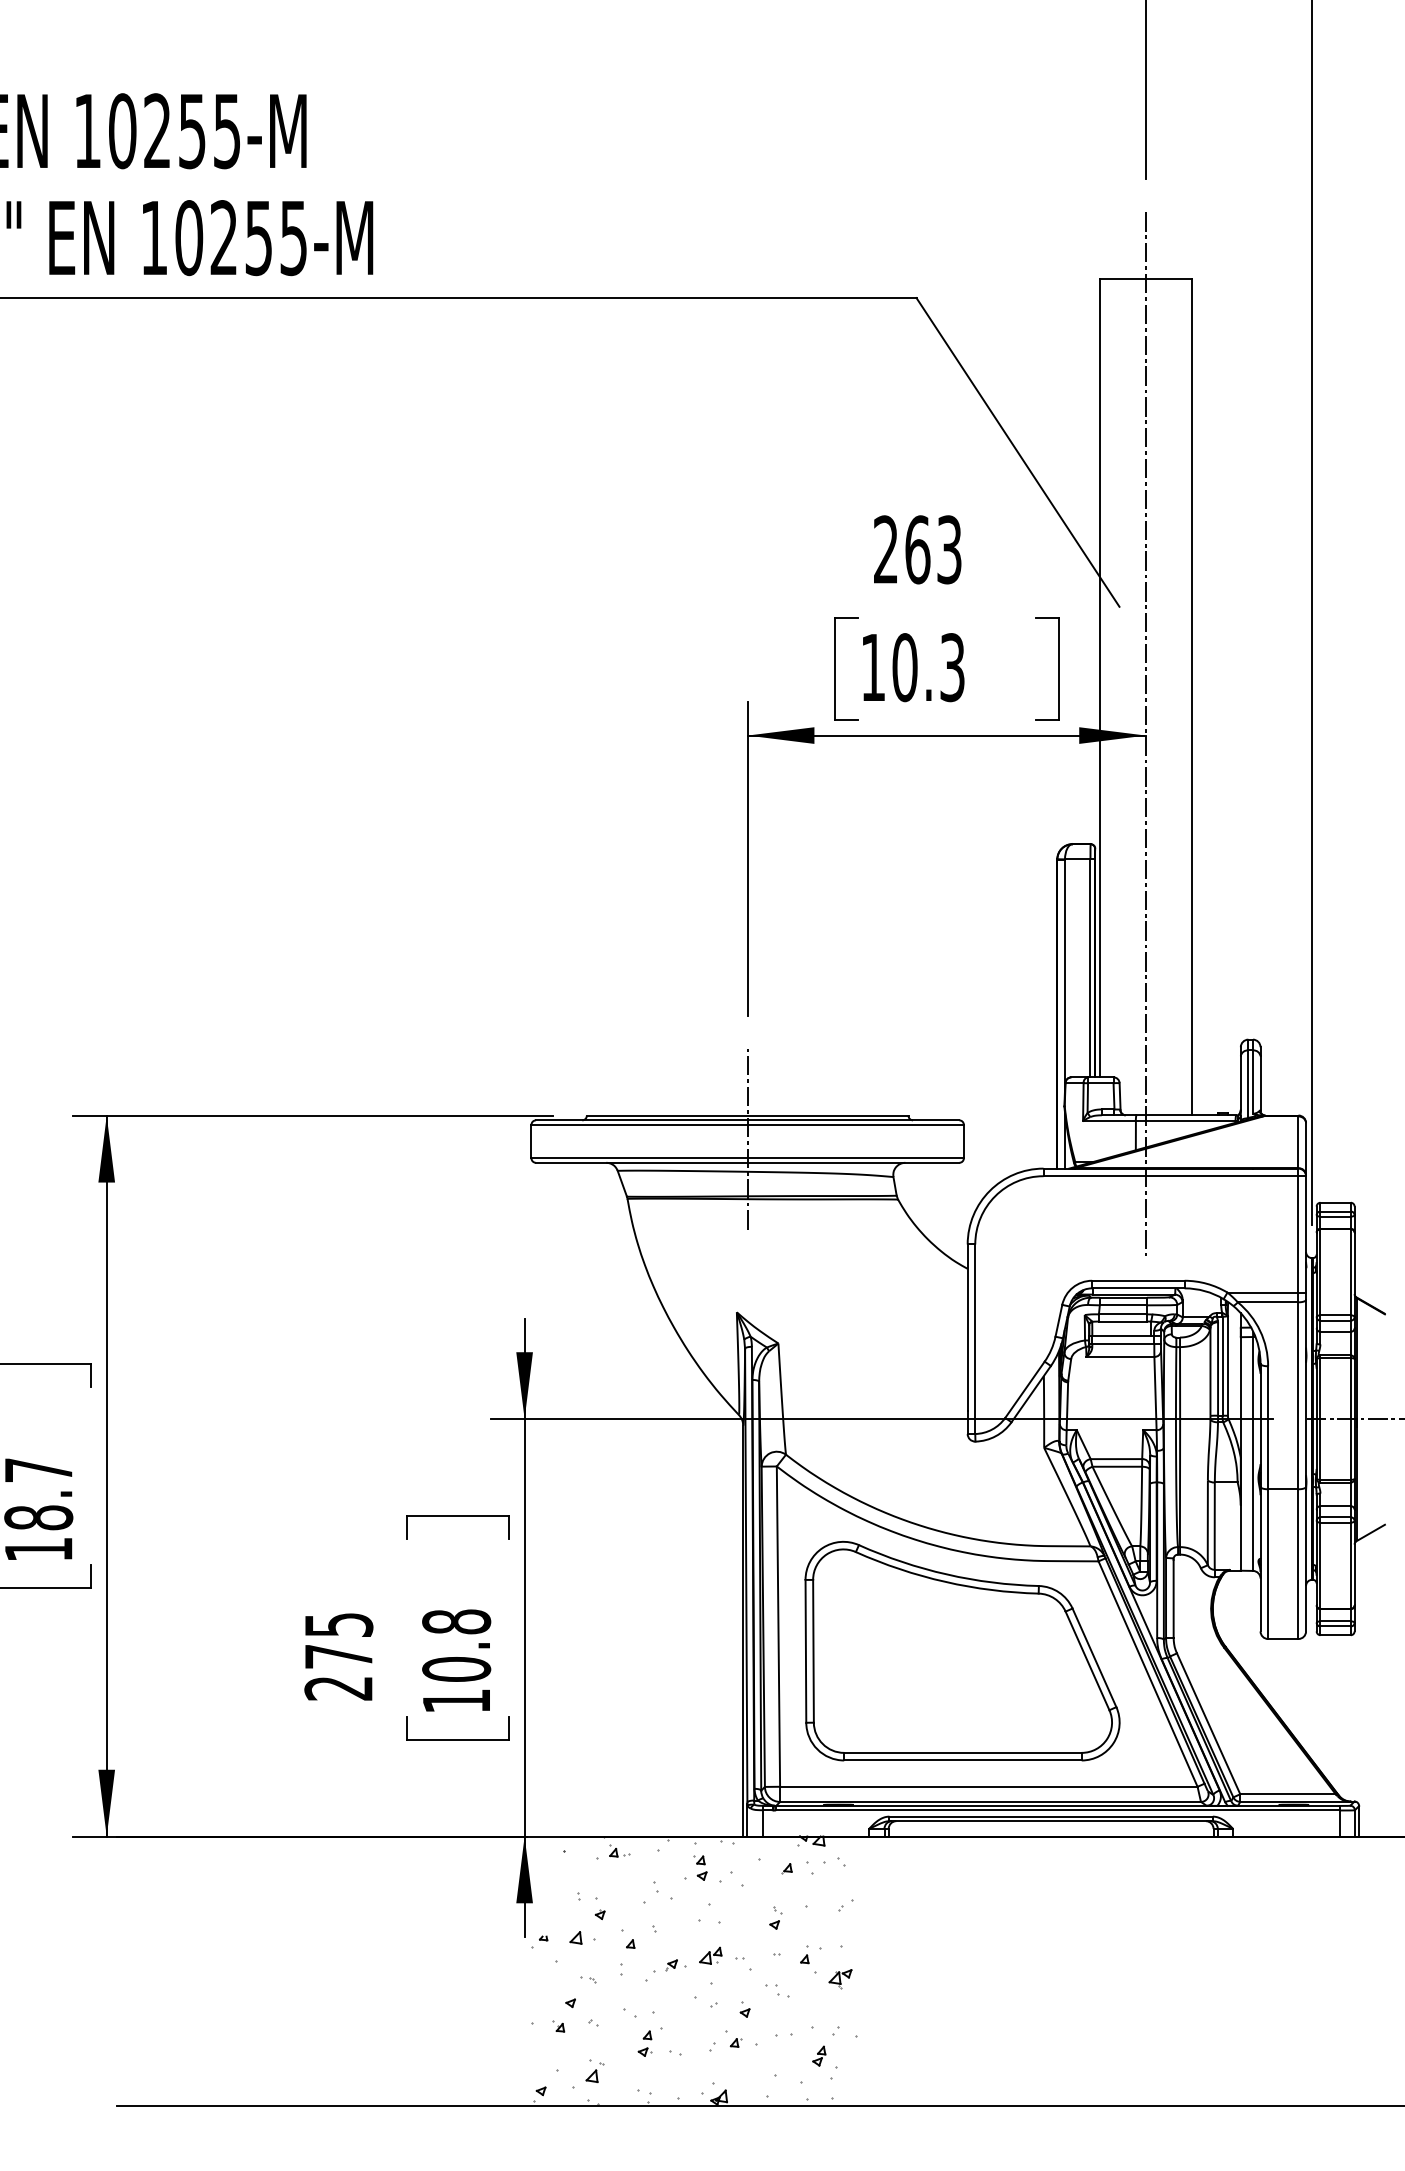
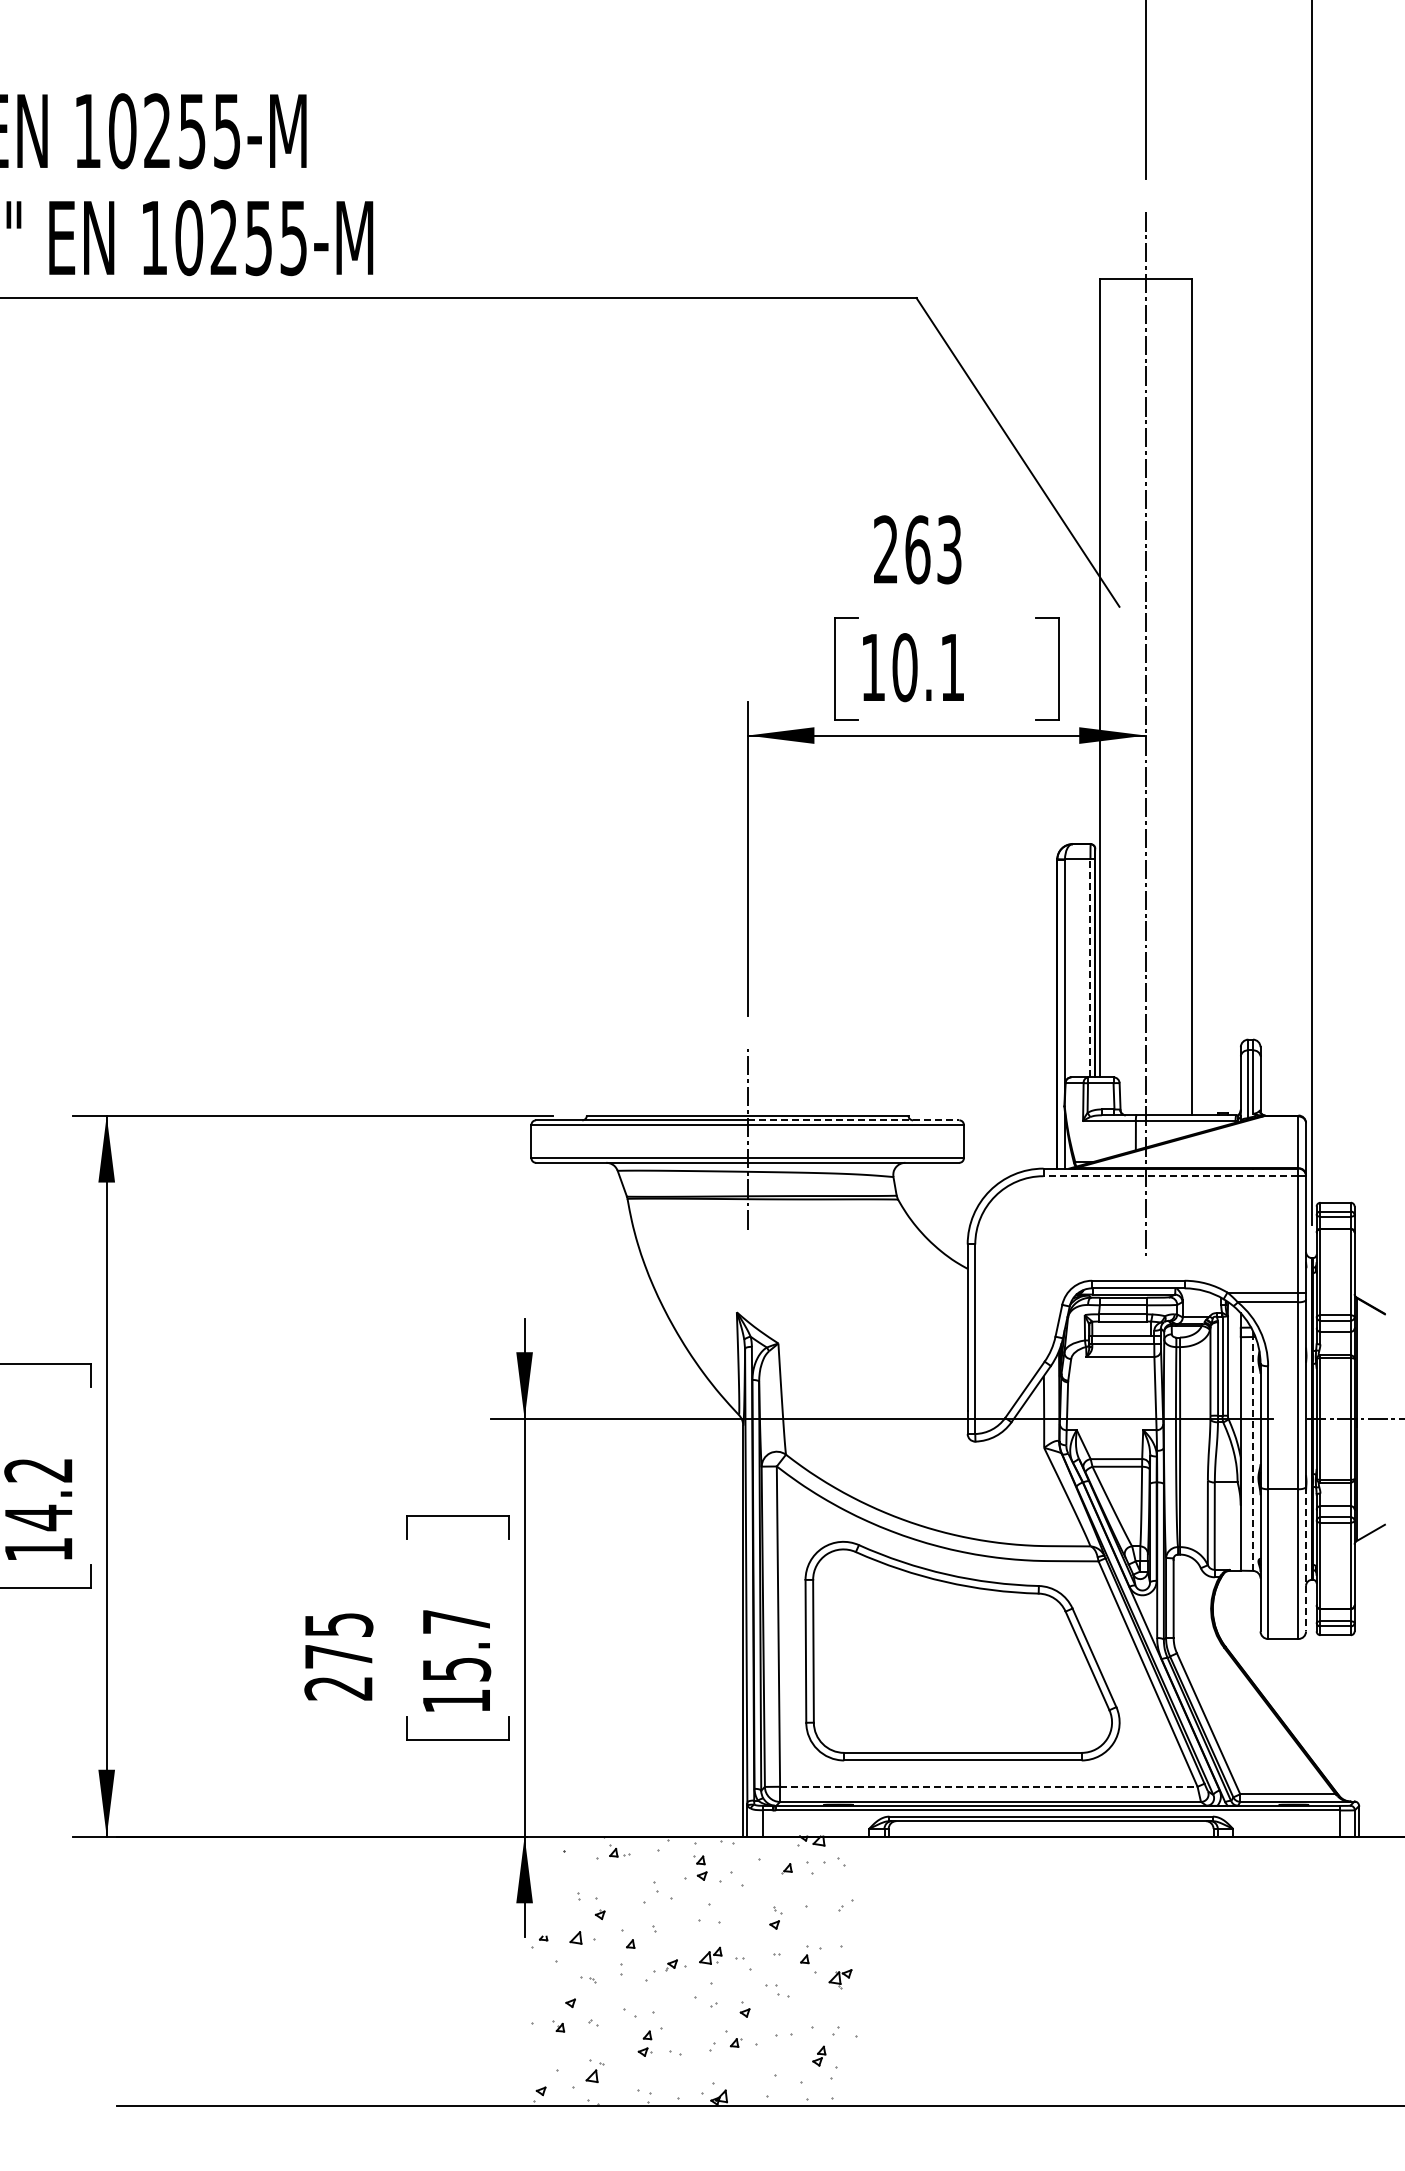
text at (952, 667): 10.3 -> 10.1
line at (1090, 968): solid -> dashed
line at (853, 1120): solid -> dashed
line at (1170, 1176): solid -> dashed
line at (1253, 1453): solid -> dashed
text at (38, 1494): 18.7 -> 14.2
line at (1306, 1559): solid -> dashed
text at (456, 1645): 10.8 -> 15.7
line at (988, 1786): solid -> dashed
